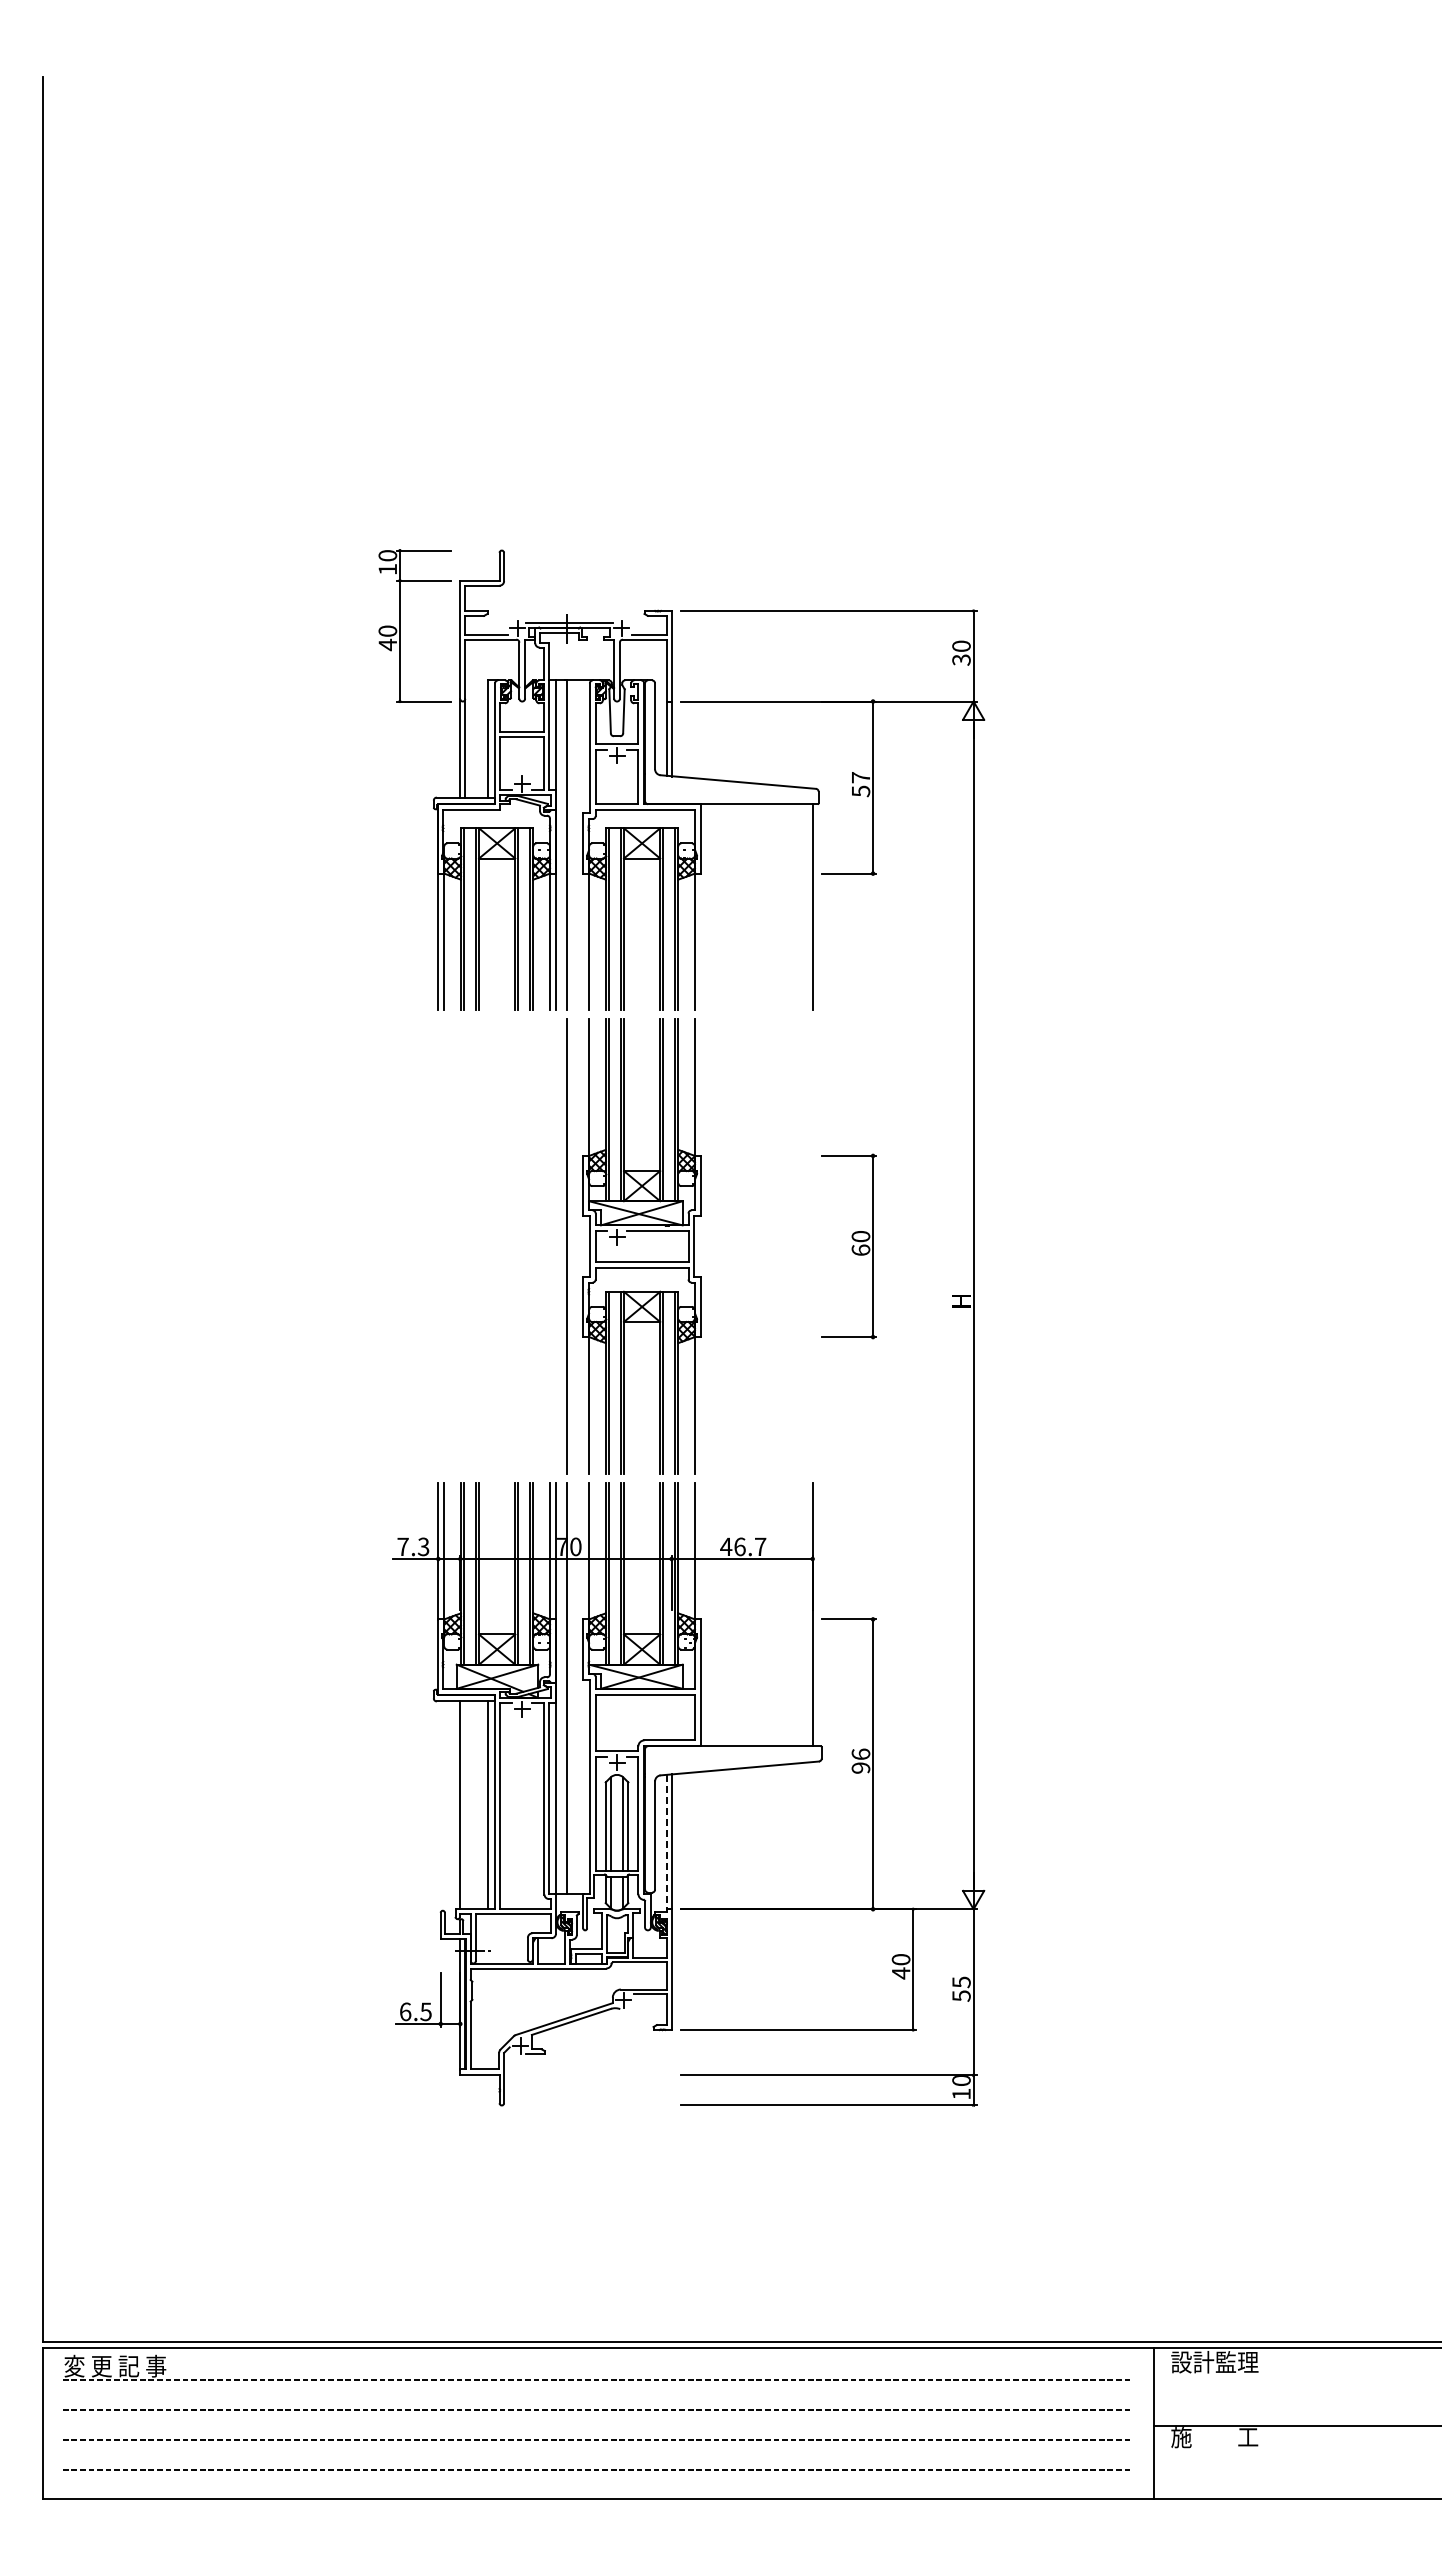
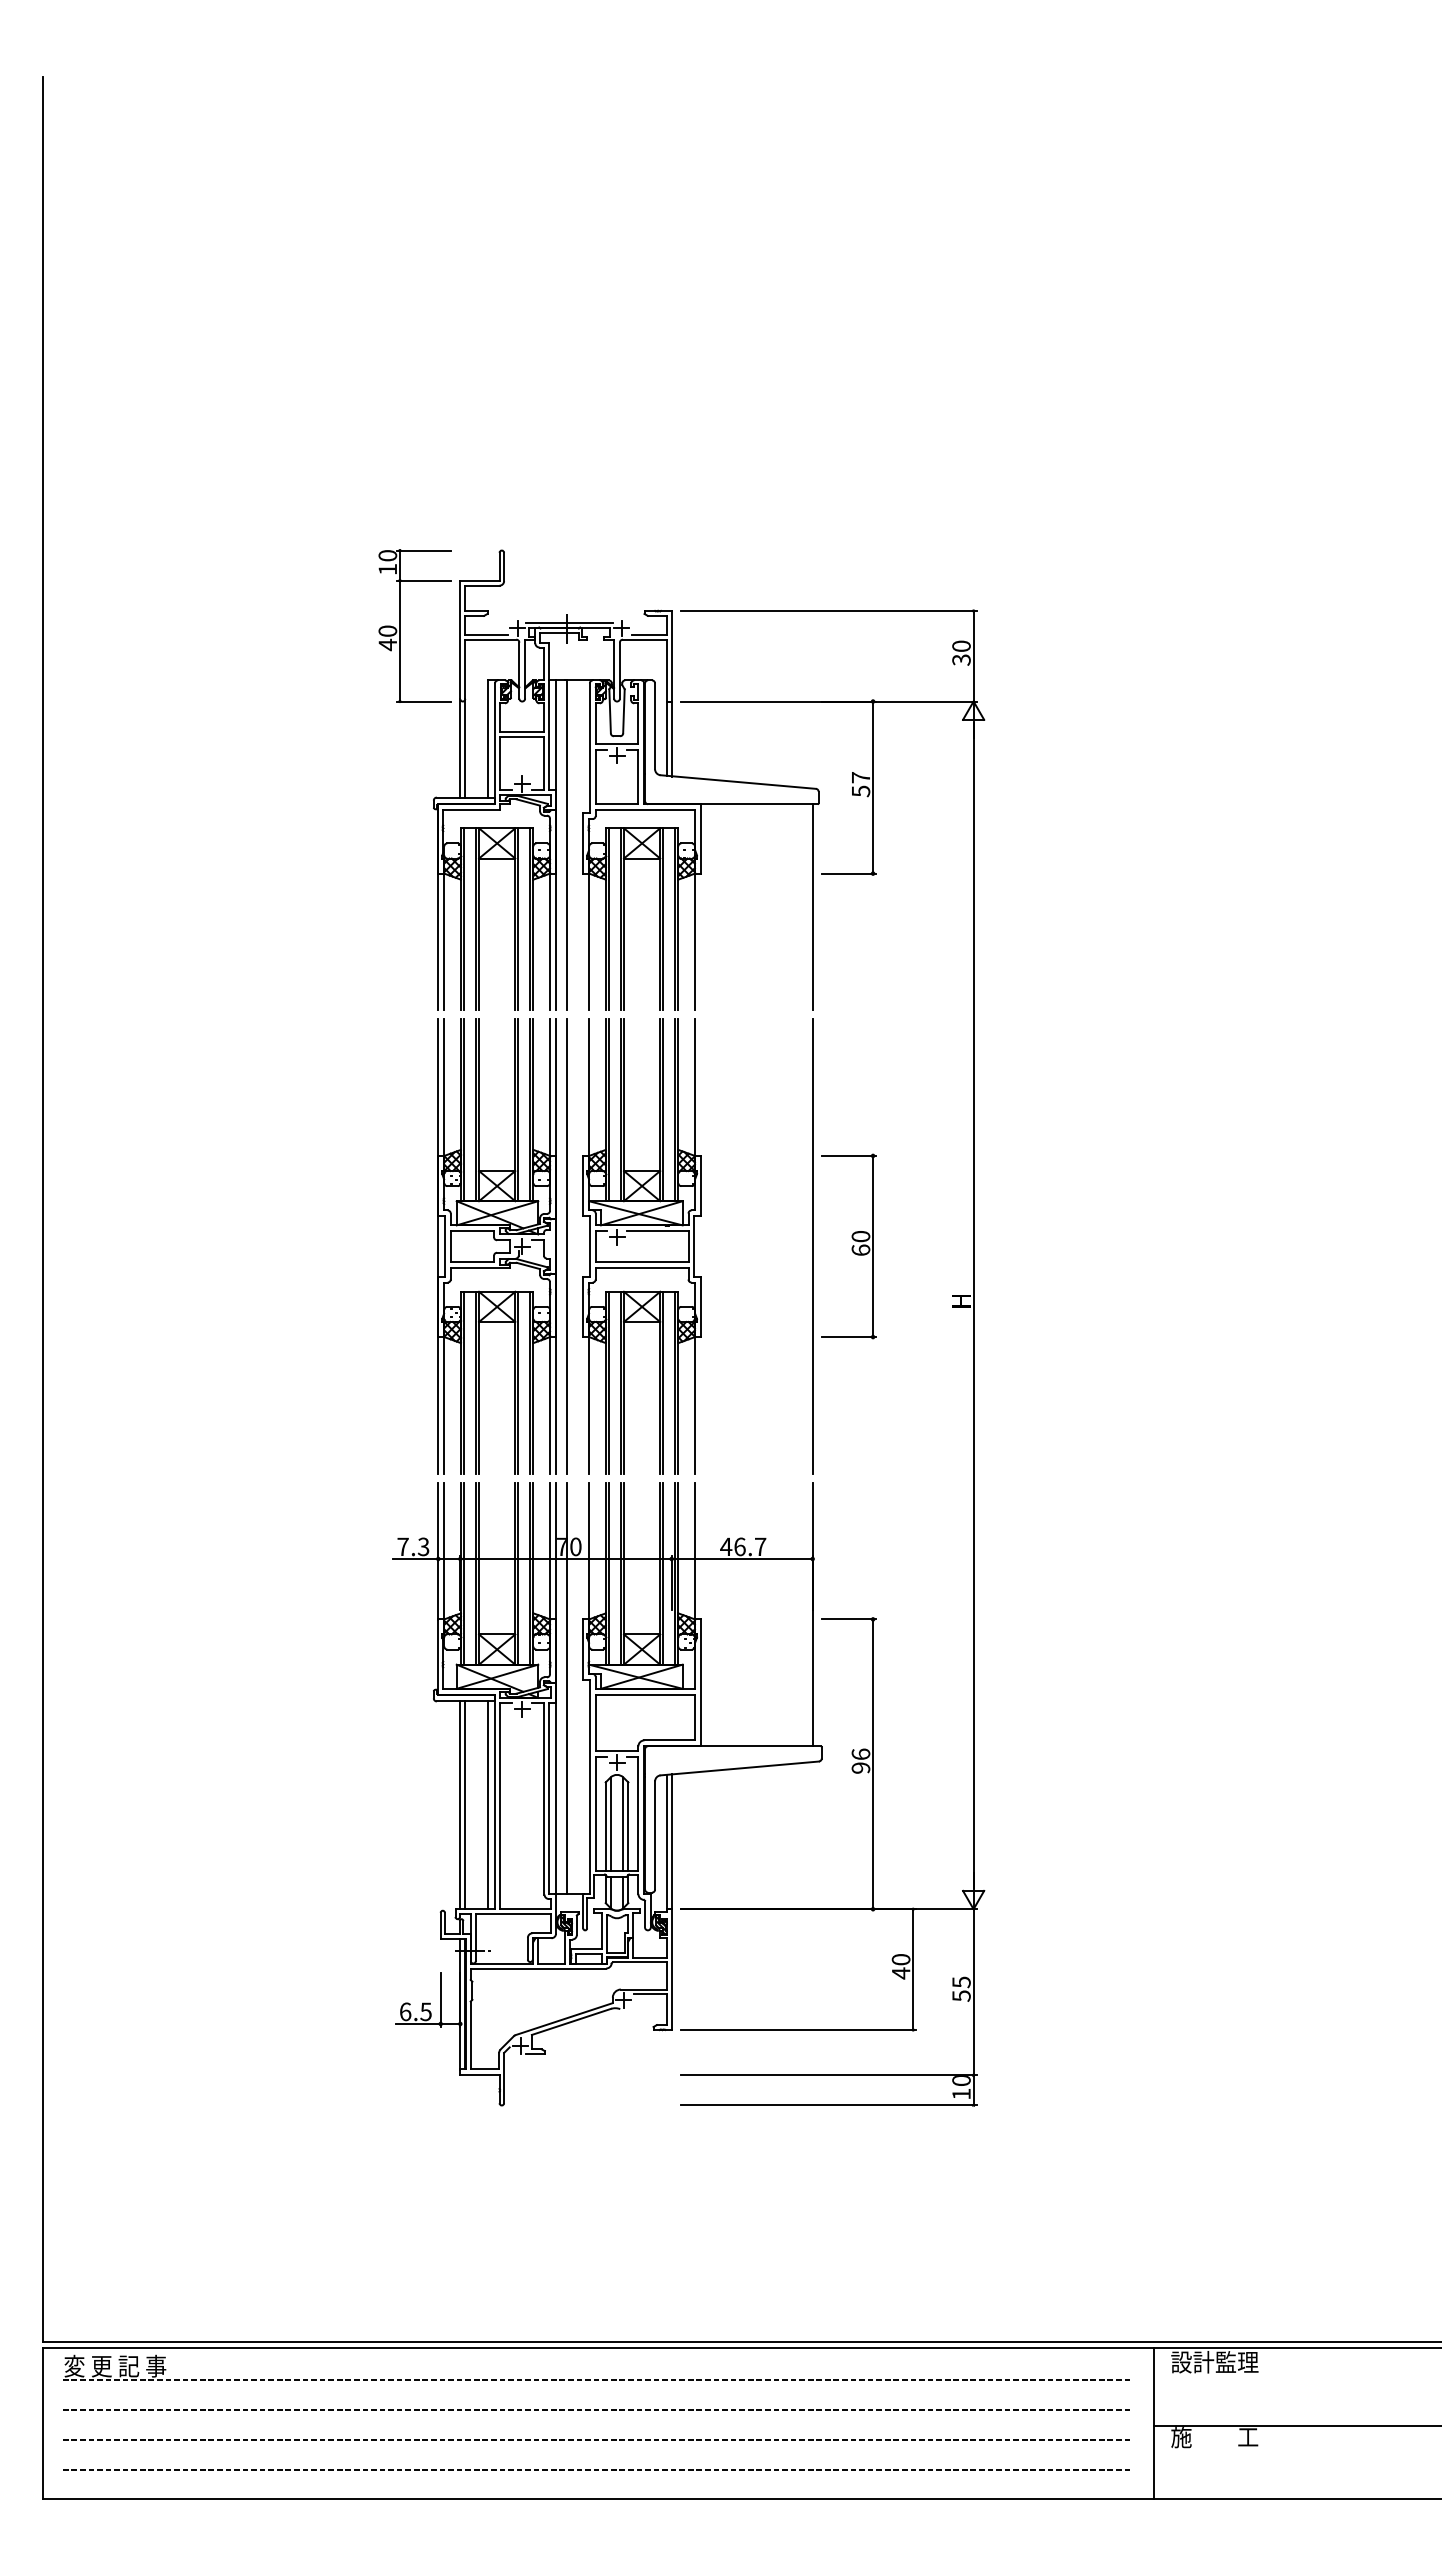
part at (496, 1246): none -> present
line at (812, 1246): none -> present
line at (465, 1805): none -> present
line at (666, 1842): dashed -> solid
